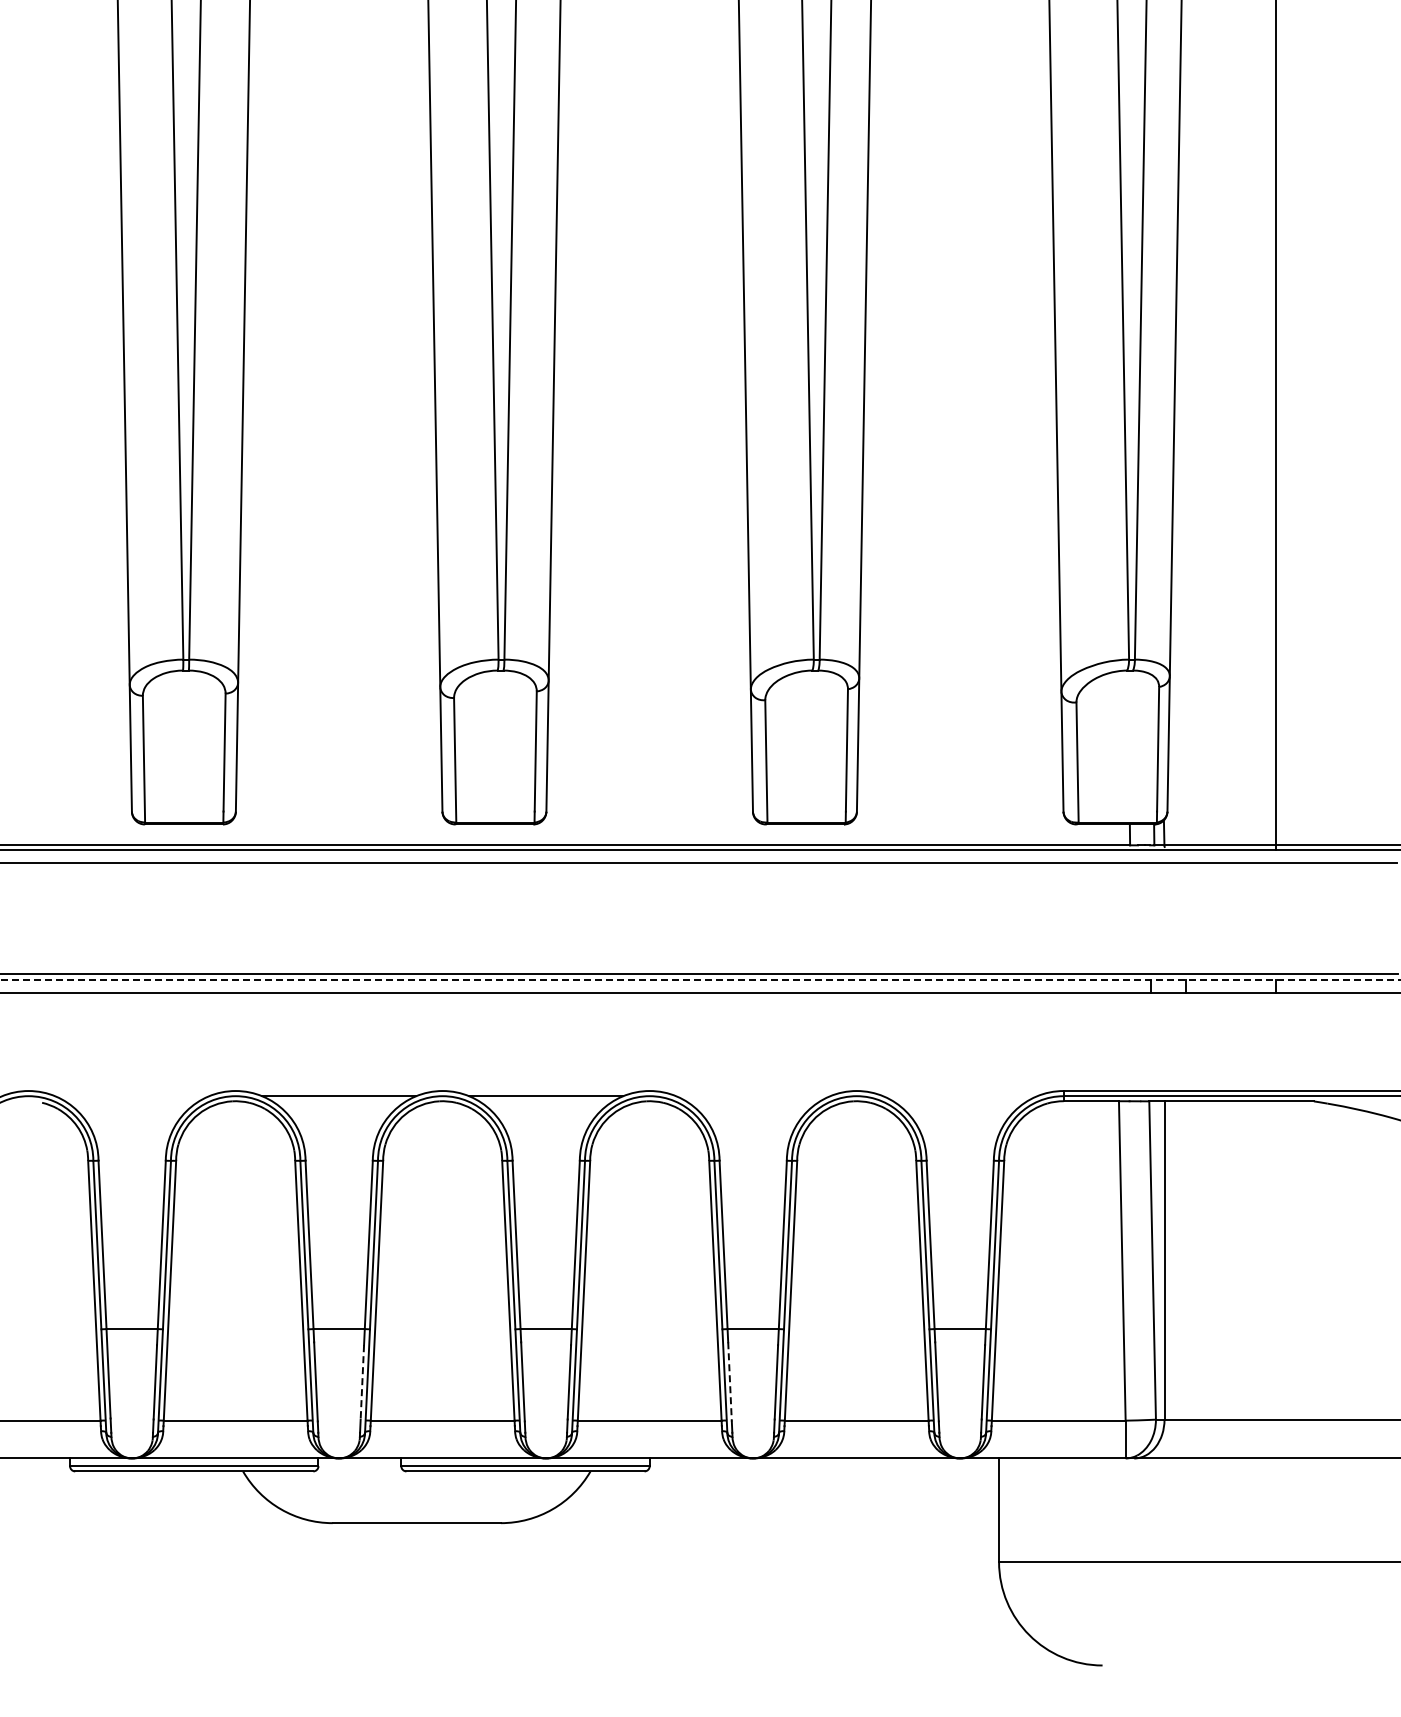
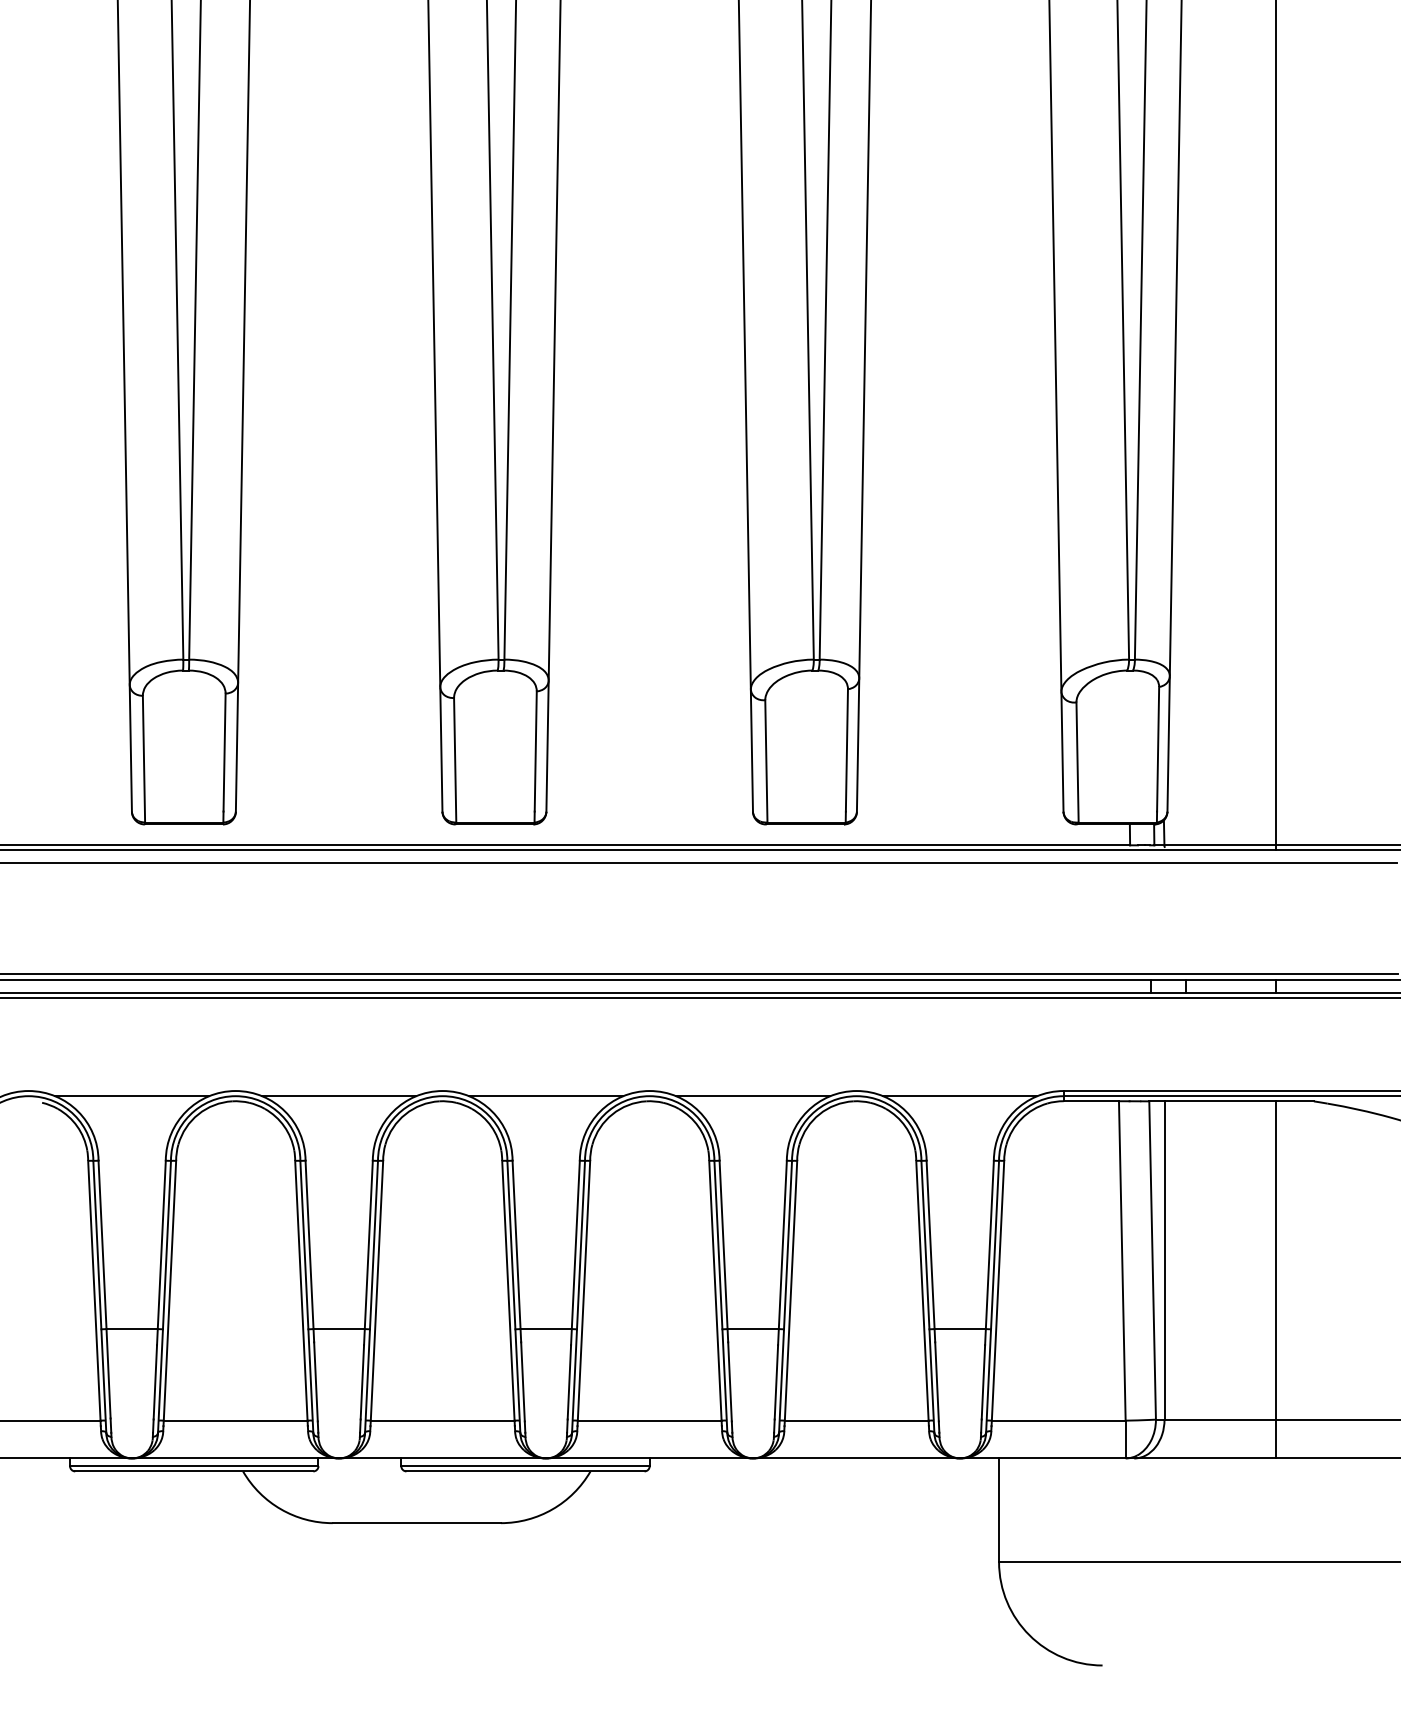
line at (700, 979): dashed -> solid
line at (699, 997): none -> present
line at (132, 1096): none -> present
line at (753, 1096): none -> present
line at (960, 1096): none -> present
line at (1275, 1279): none -> present
line at (730, 1381): dashed -> solid
line at (362, 1382): dashed -> solid
